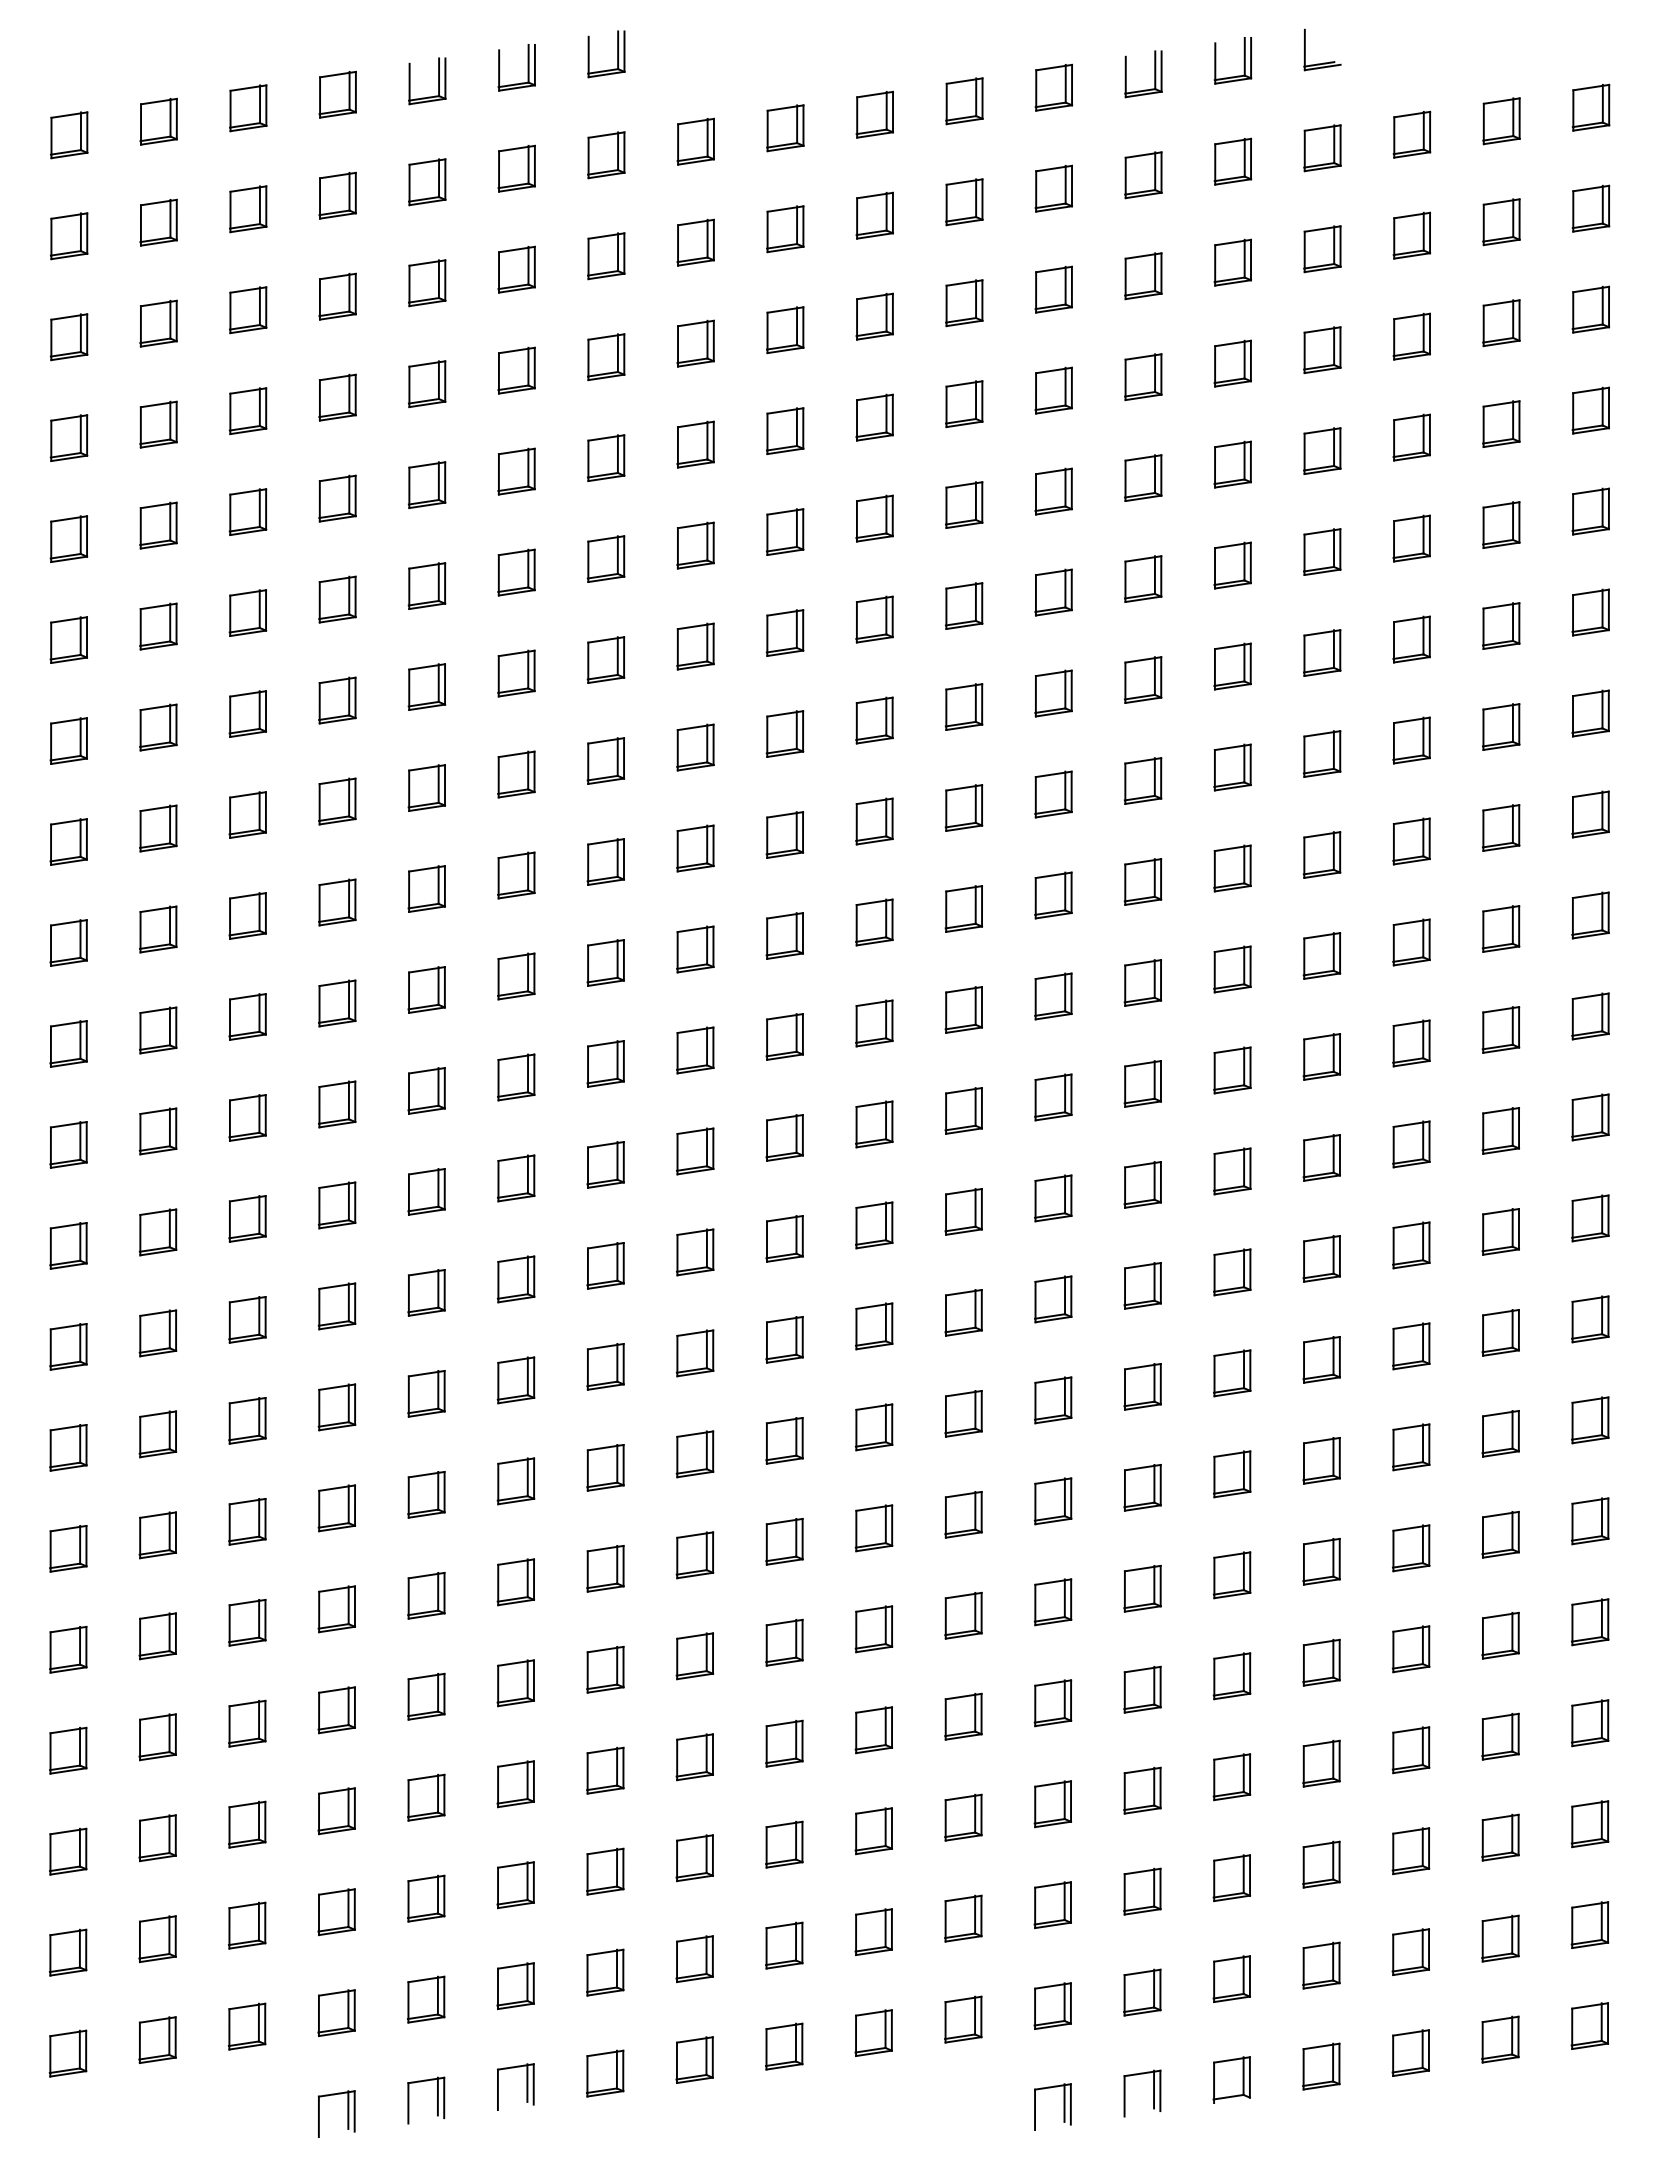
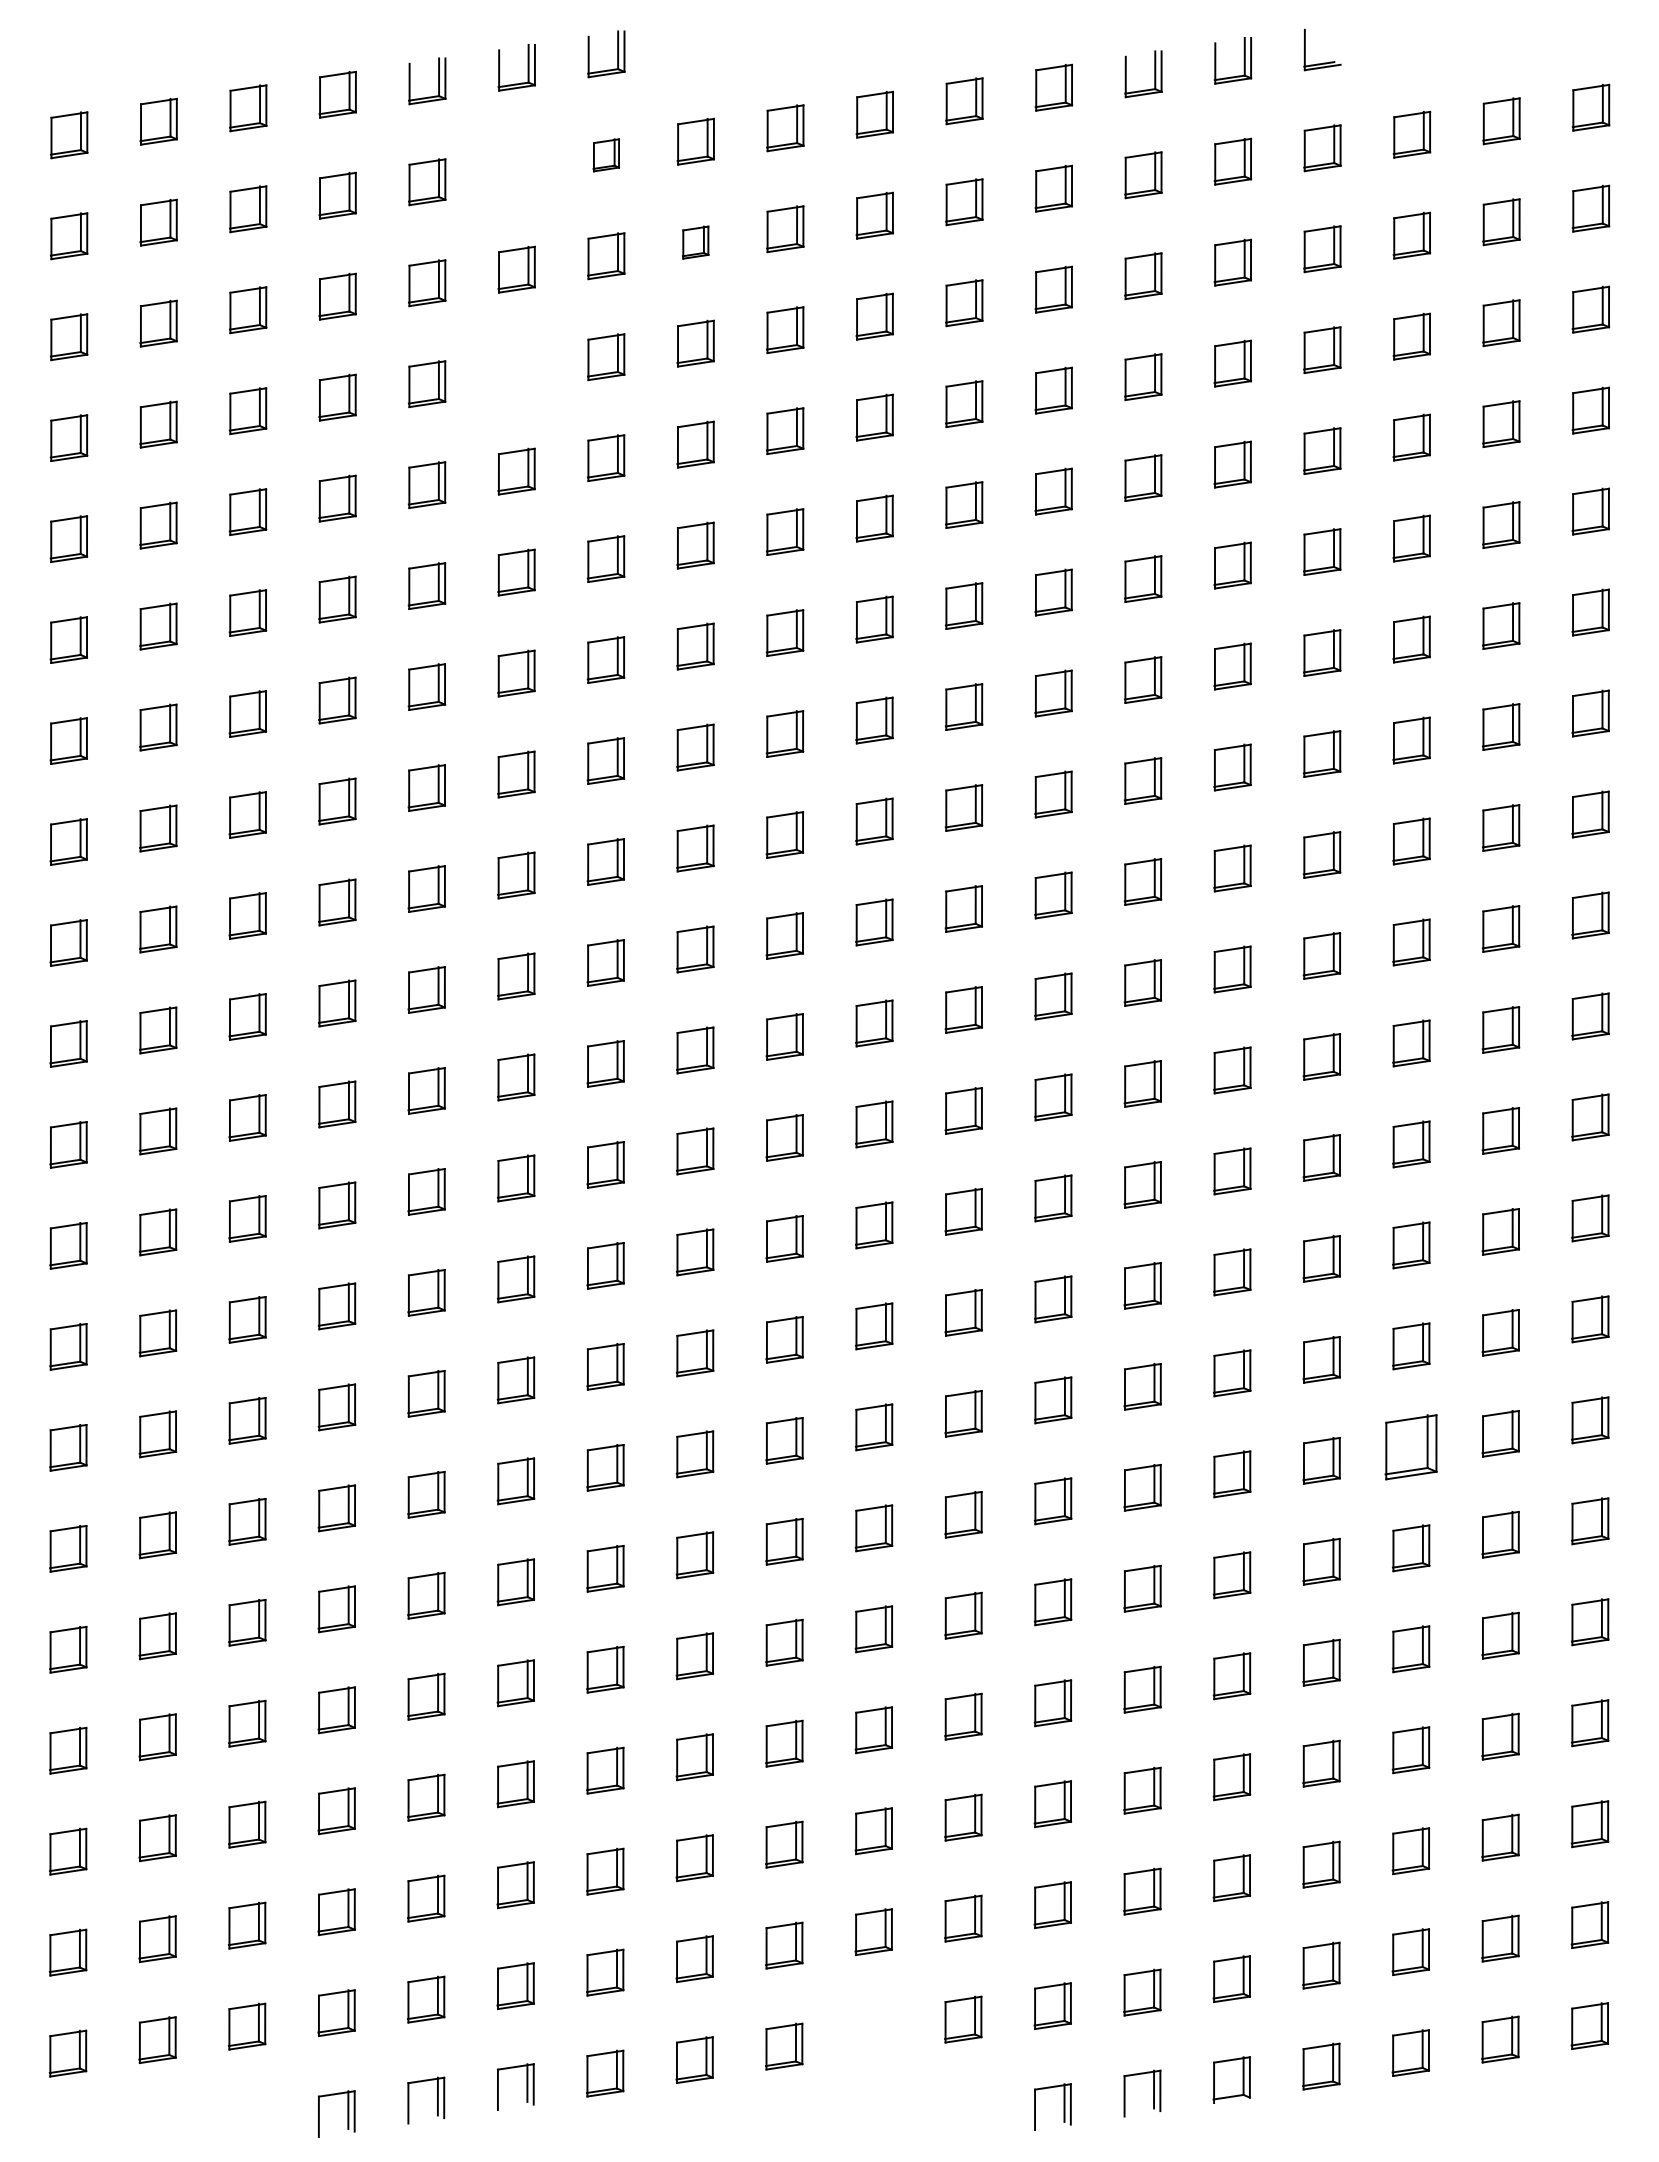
part at (606, 155) size: 39x49 px -> 29x35 px
part at (516, 168): present -> none
part at (695, 242) size: 39x49 px -> 28x35 px
part at (516, 370): present -> none
part at (1411, 1447) size: 39x49 px -> 54x67 px
part at (873, 2032): present -> none
